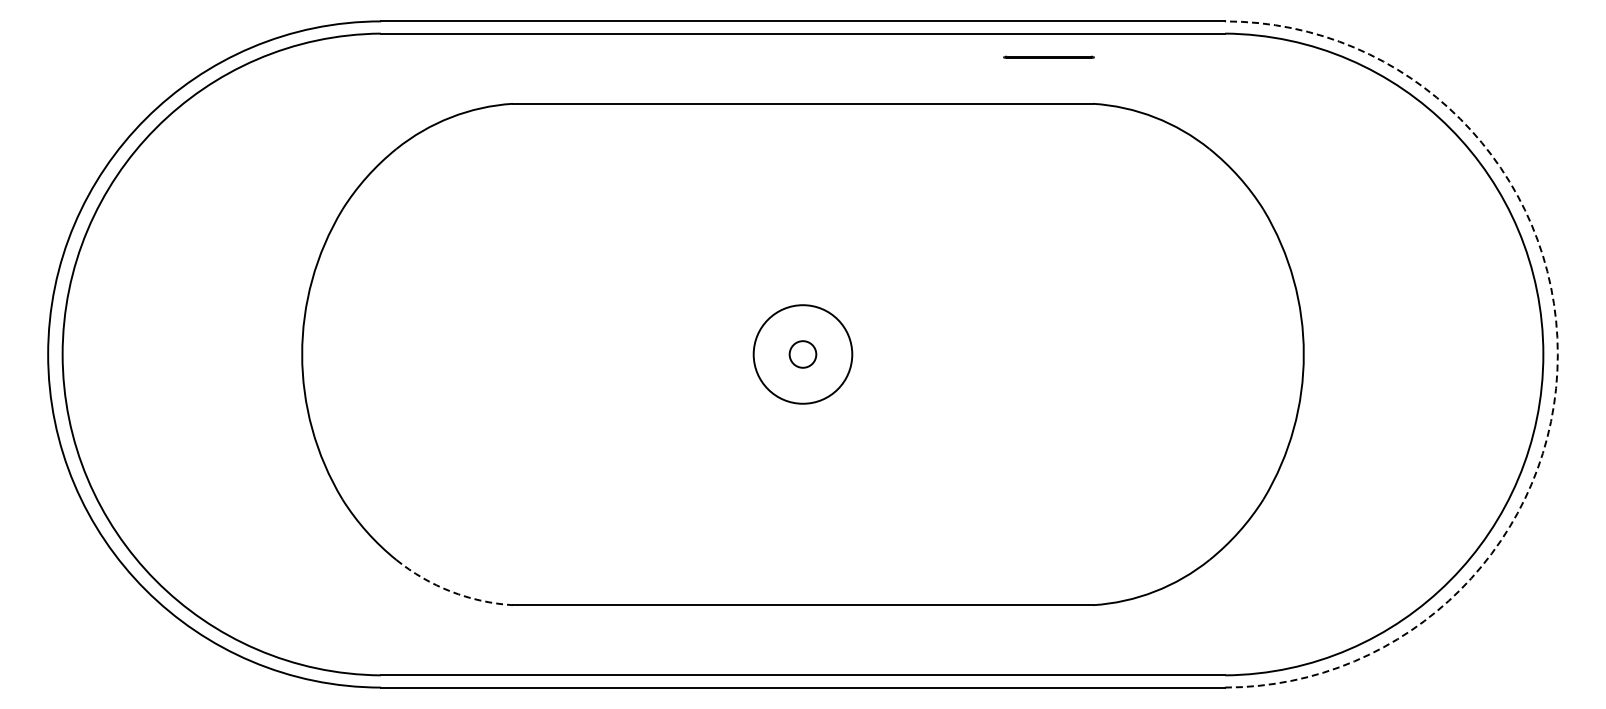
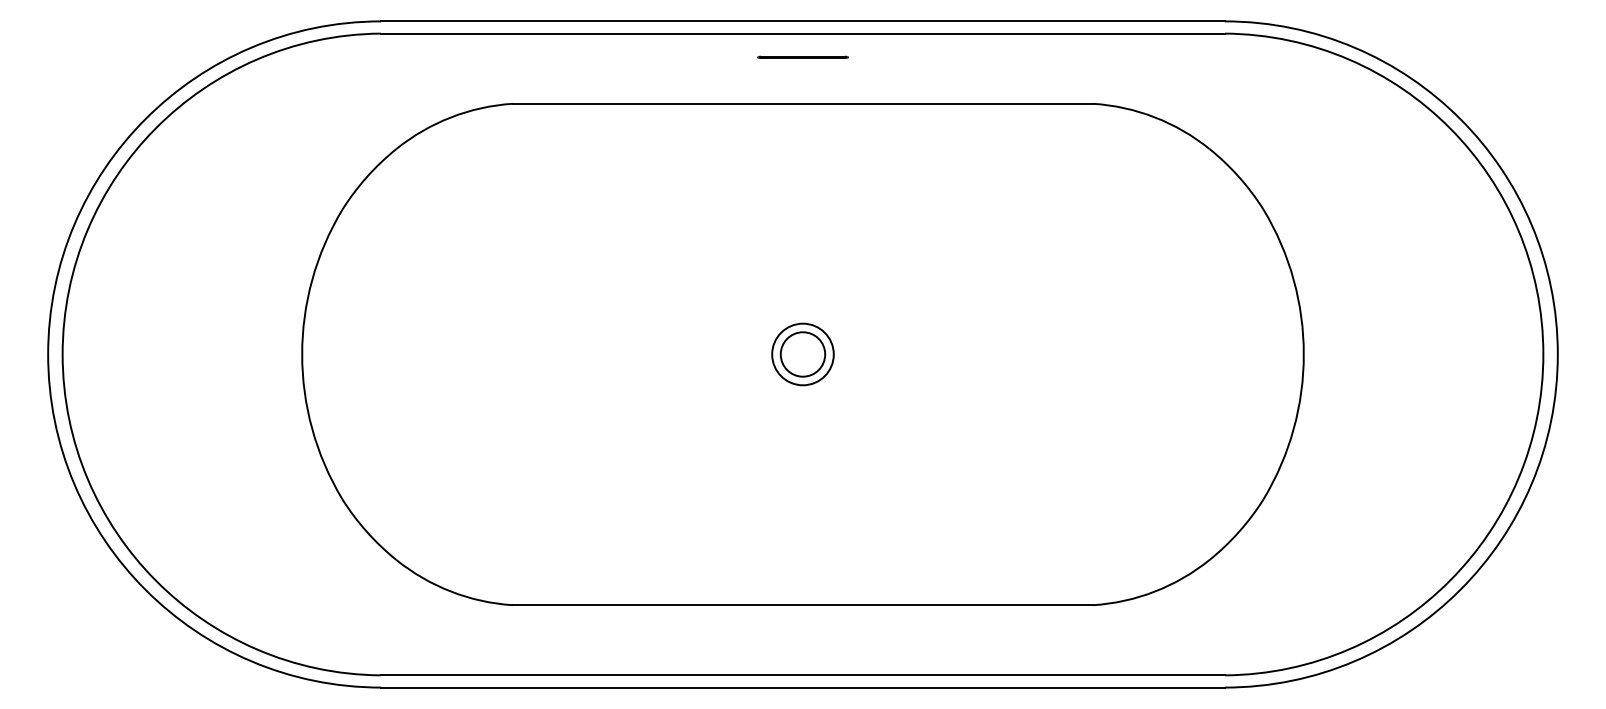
line at (1048, 56) position: (1048, 56) -> (802, 56)
circle at (802, 354) diameter: 27 px -> 44 px
circle at (802, 354) diameter: 99 px -> 62 px
arc at (1557, 354): dashed -> solid
arc at (451, 591): dashed -> solid
